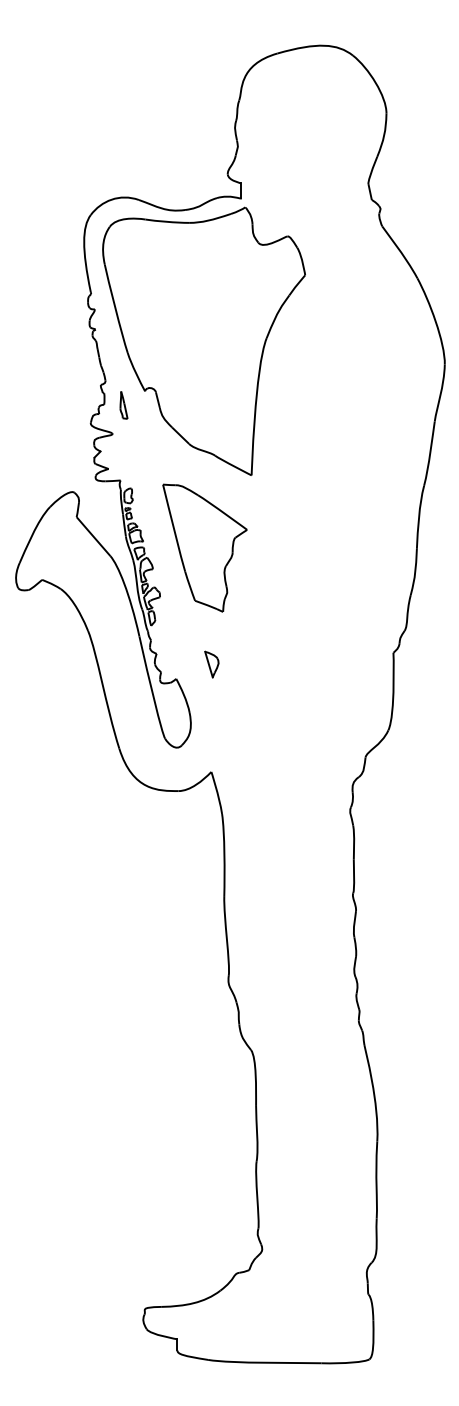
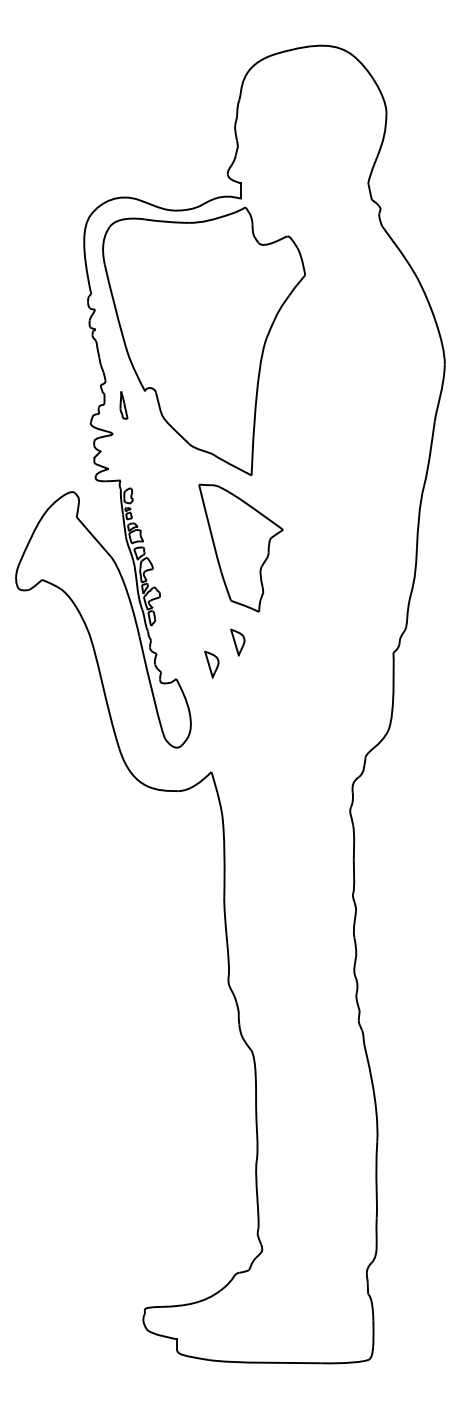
part at (204, 547) position: (204, 547) -> (240, 547)
part at (237, 642): none -> present
